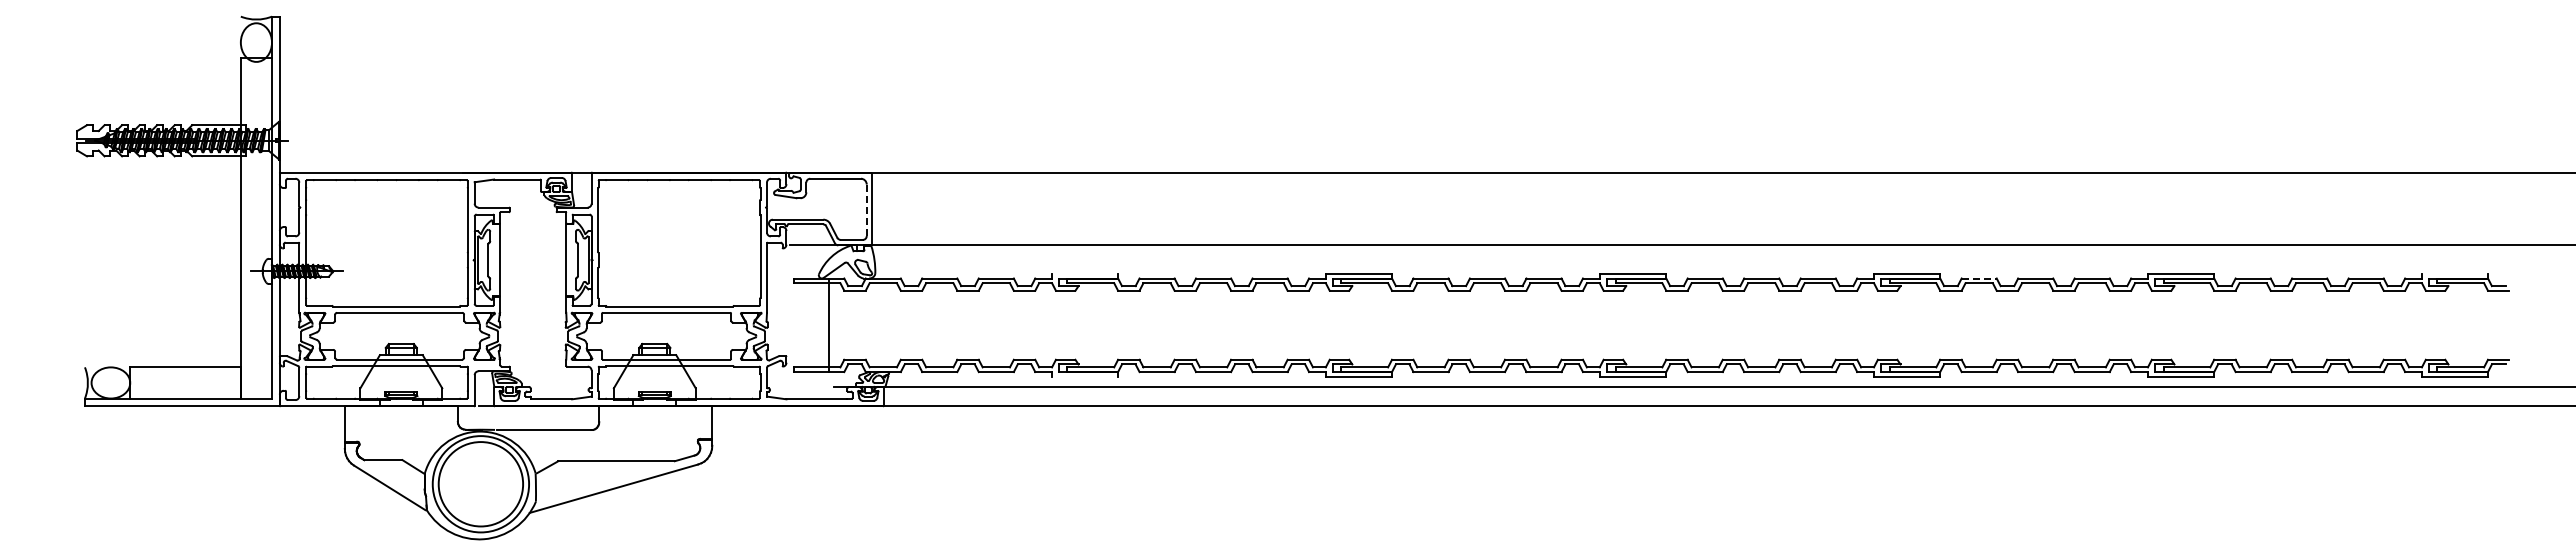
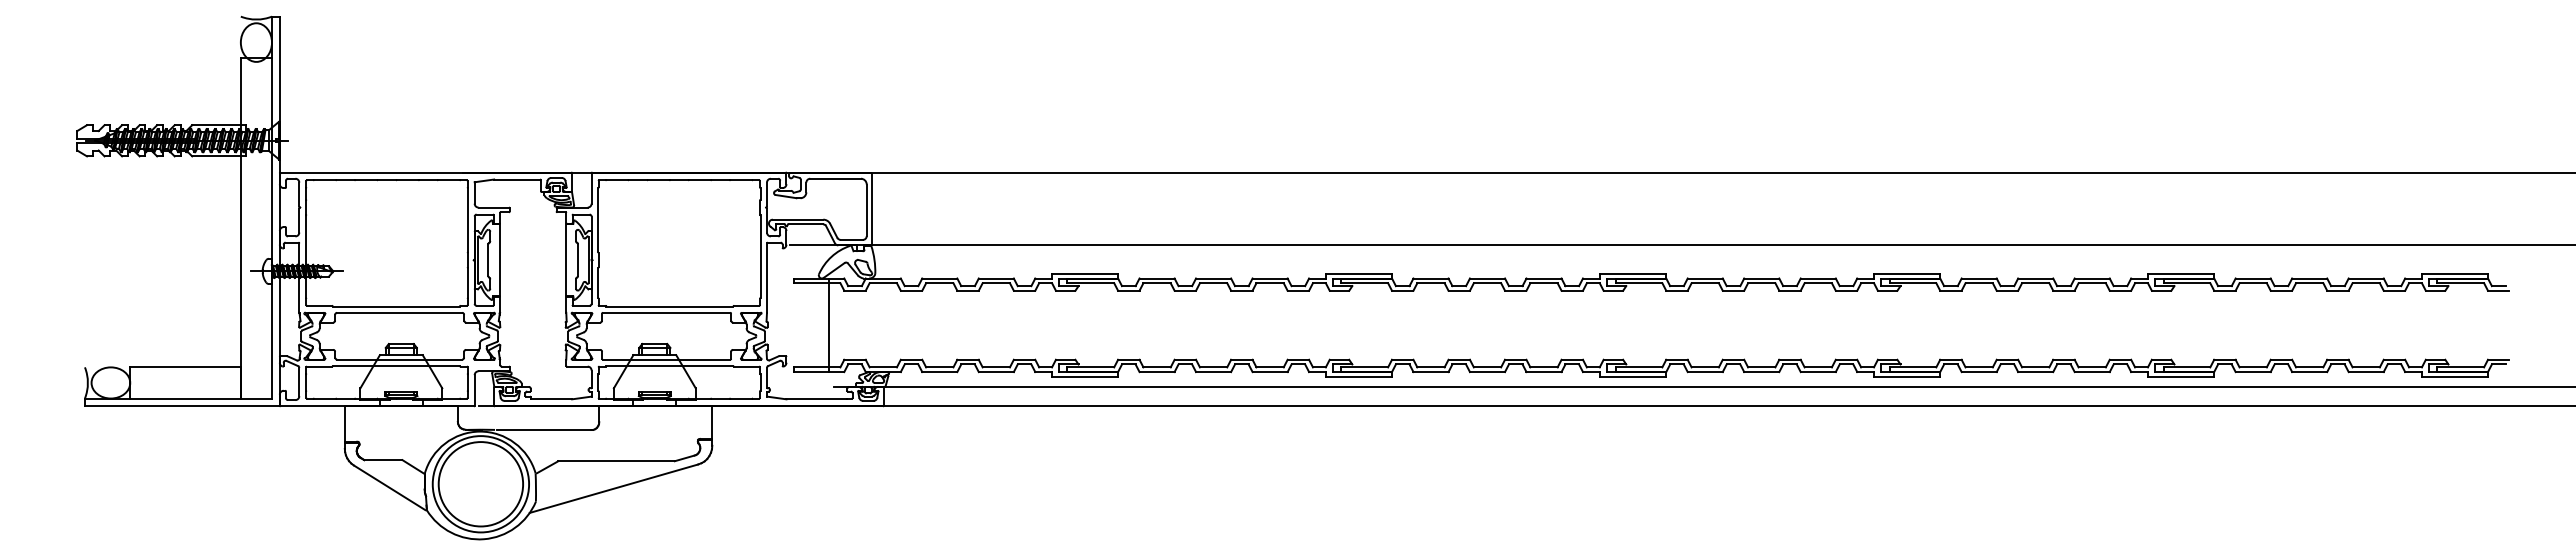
line at (866, 210): dashed -> solid
line at (1085, 273): none -> present
line at (2454, 273): none -> present
line at (1979, 278): dashed -> solid
line at (1085, 376): none -> present
